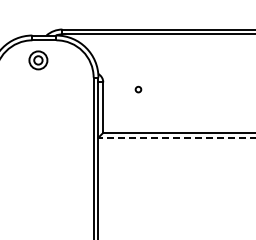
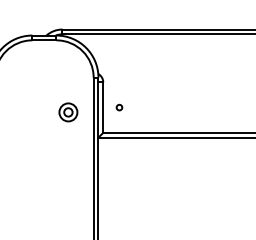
part at (38, 60) position: (38, 60) -> (68, 112)
circle at (138, 89) position: (138, 89) -> (119, 107)
line at (176, 137): dashed -> solid
